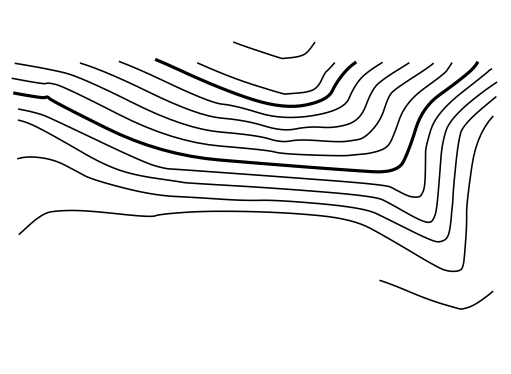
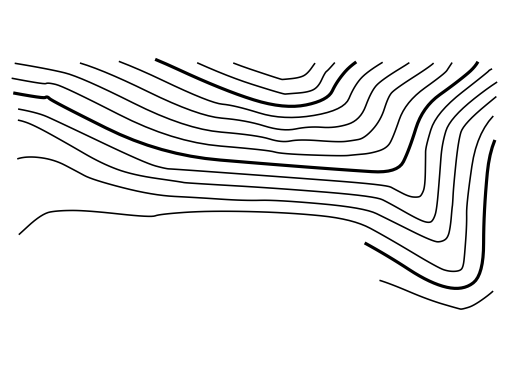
curve at (272, 54) position: (272, 54) -> (272, 75)
curve at (482, 214): none -> present
